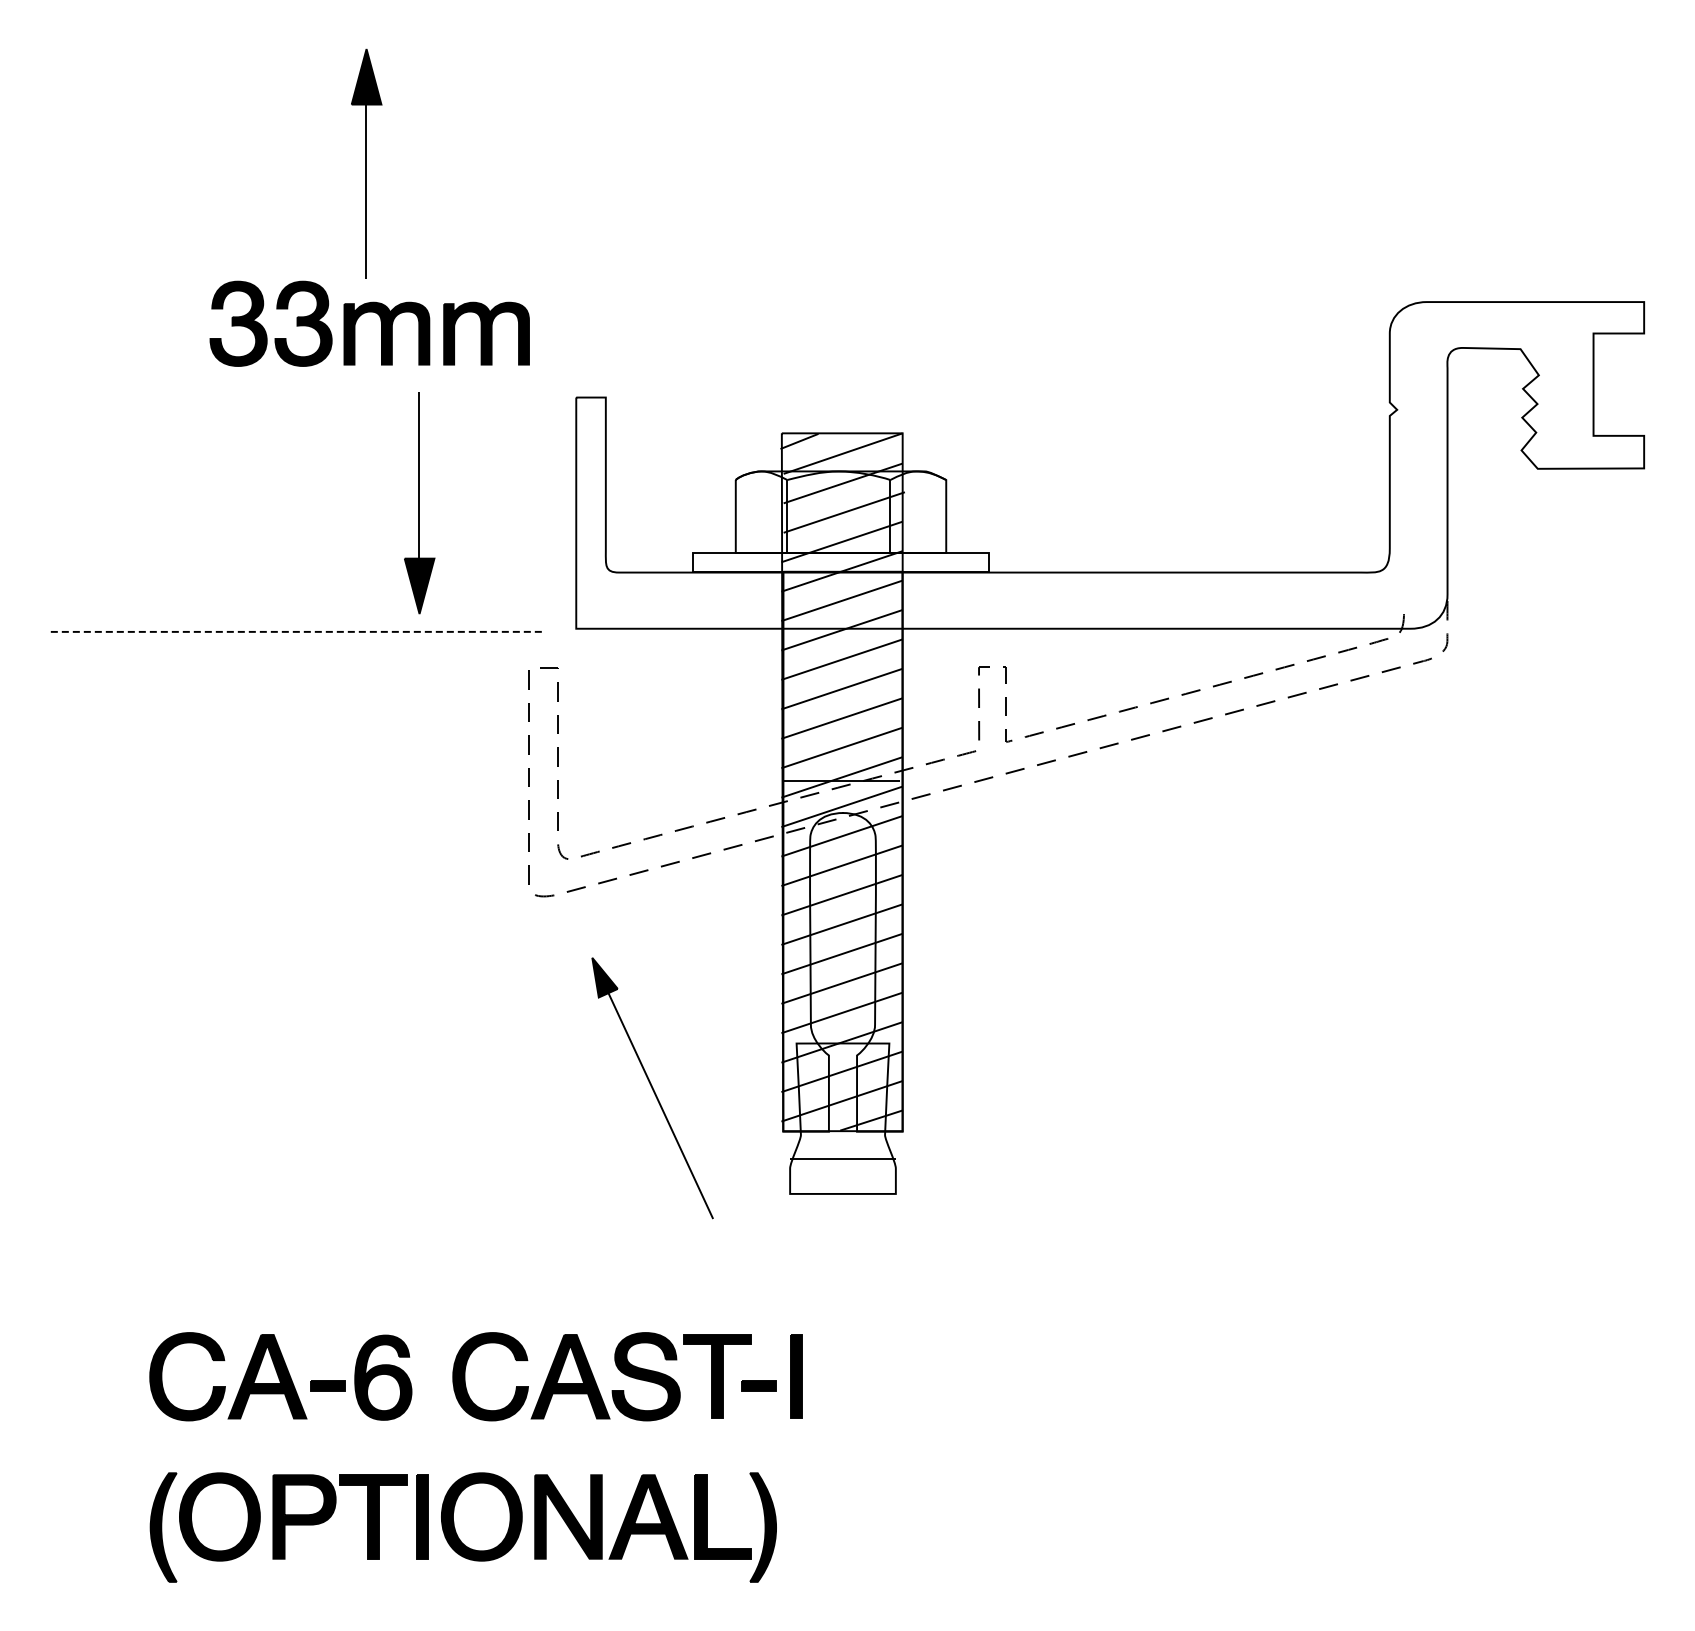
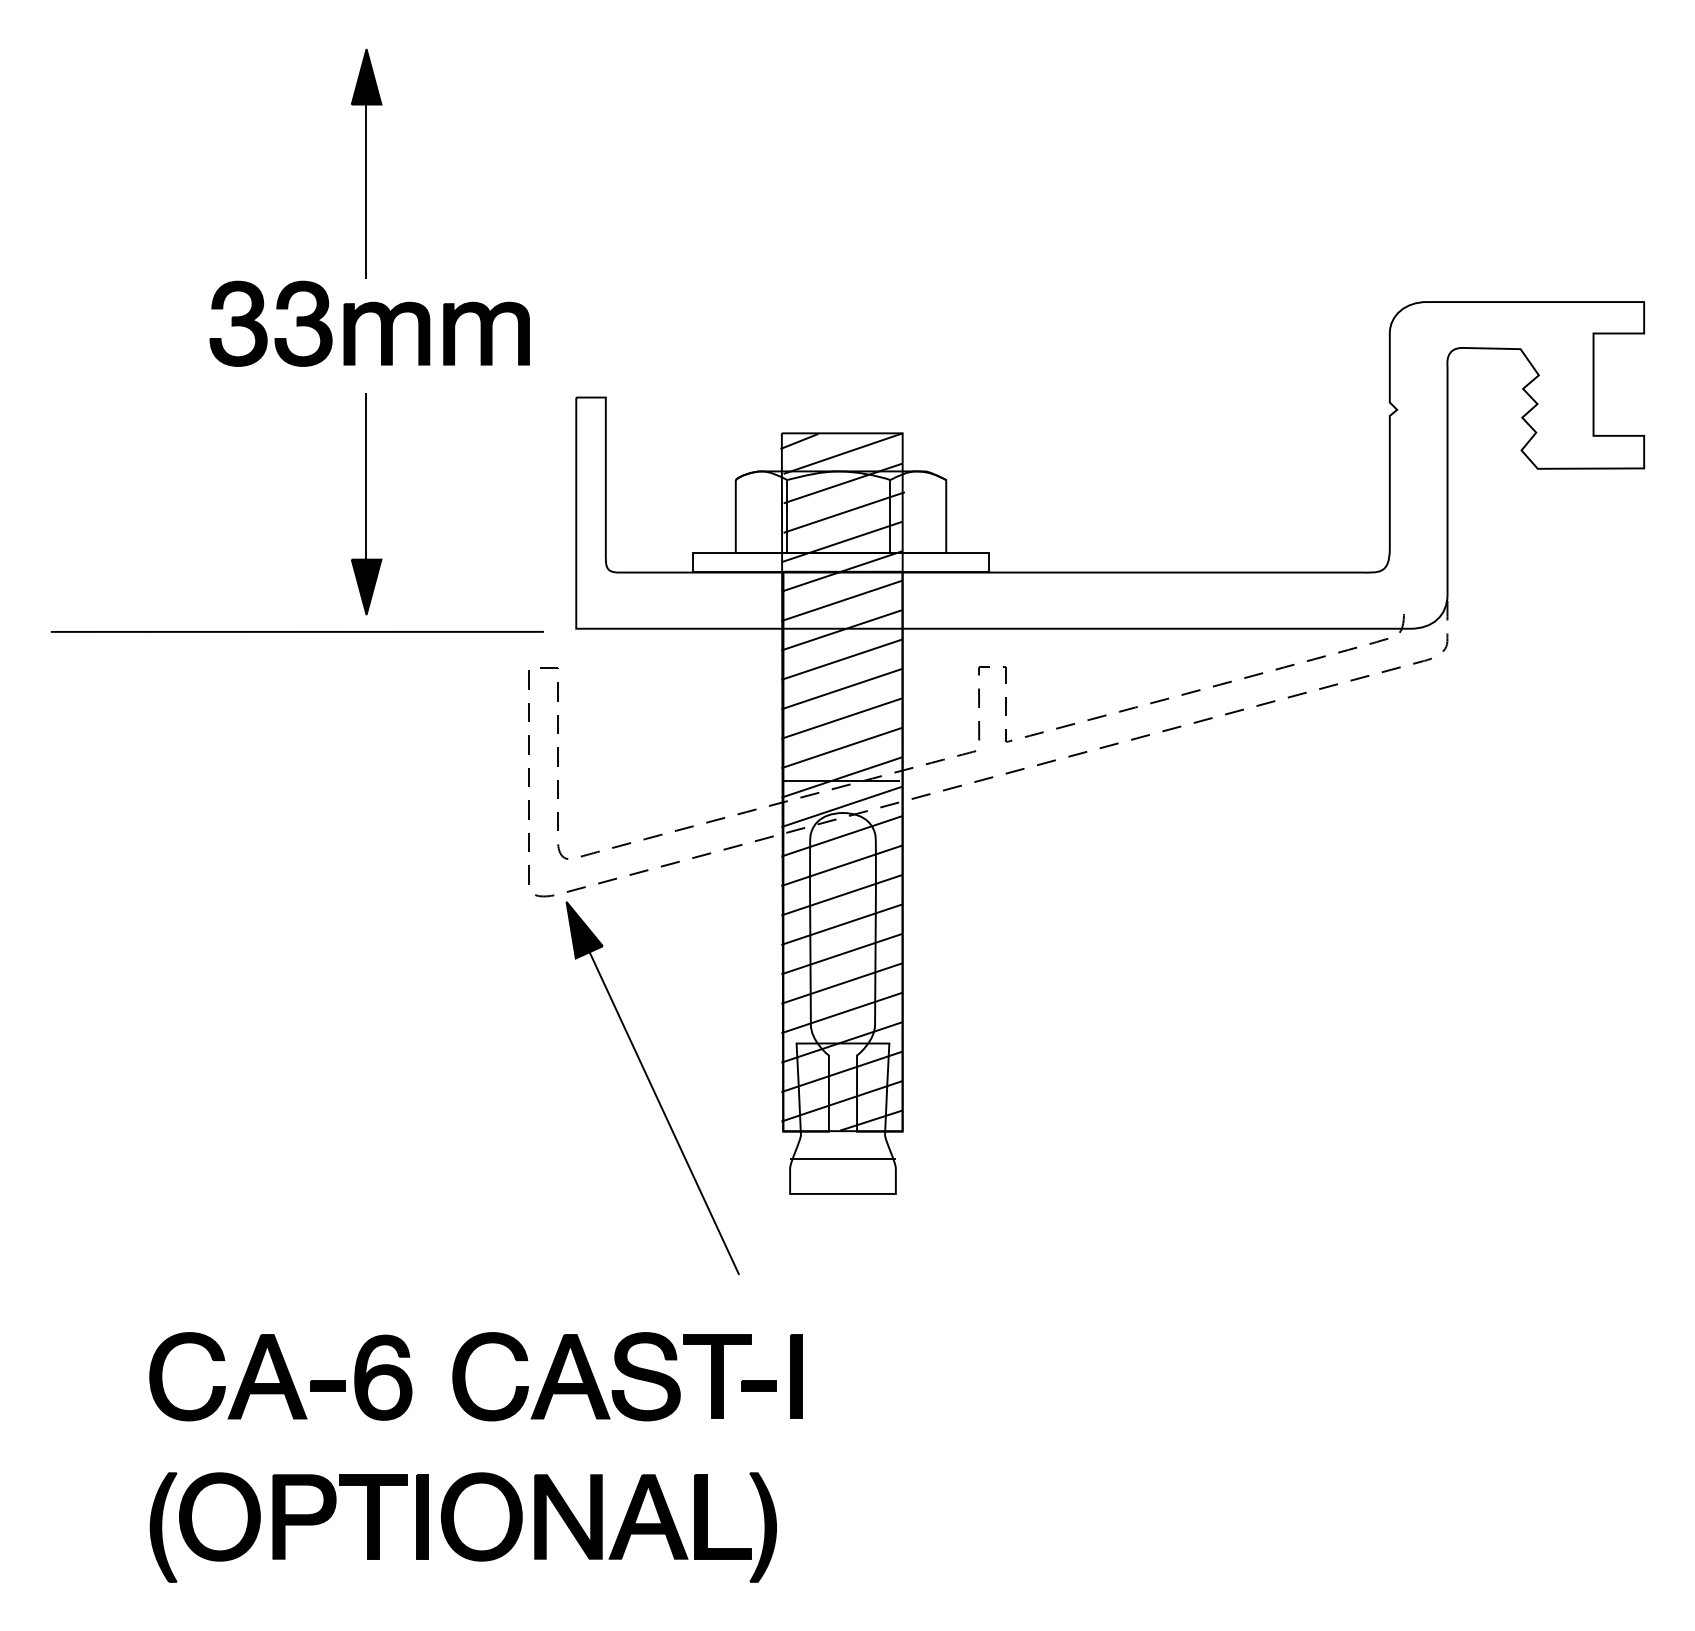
part at (419, 503) position: (419, 503) -> (366, 504)
line at (297, 631): dashed -> solid
part at (652, 1088) size: 123x263 px -> 175x375 px
